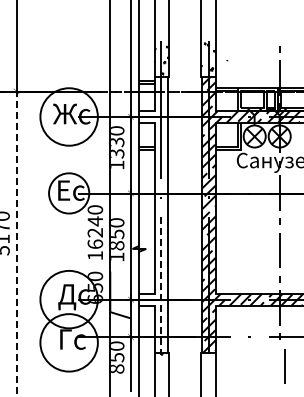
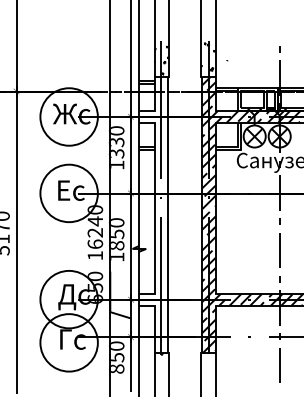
circle at (69, 193) diameter: 40 px -> 57 px
line at (16, 239): dashed -> solid
line at (161, 285): dashed -> solid
line at (284, 366) position: (284, 366) -> (279, 365)
